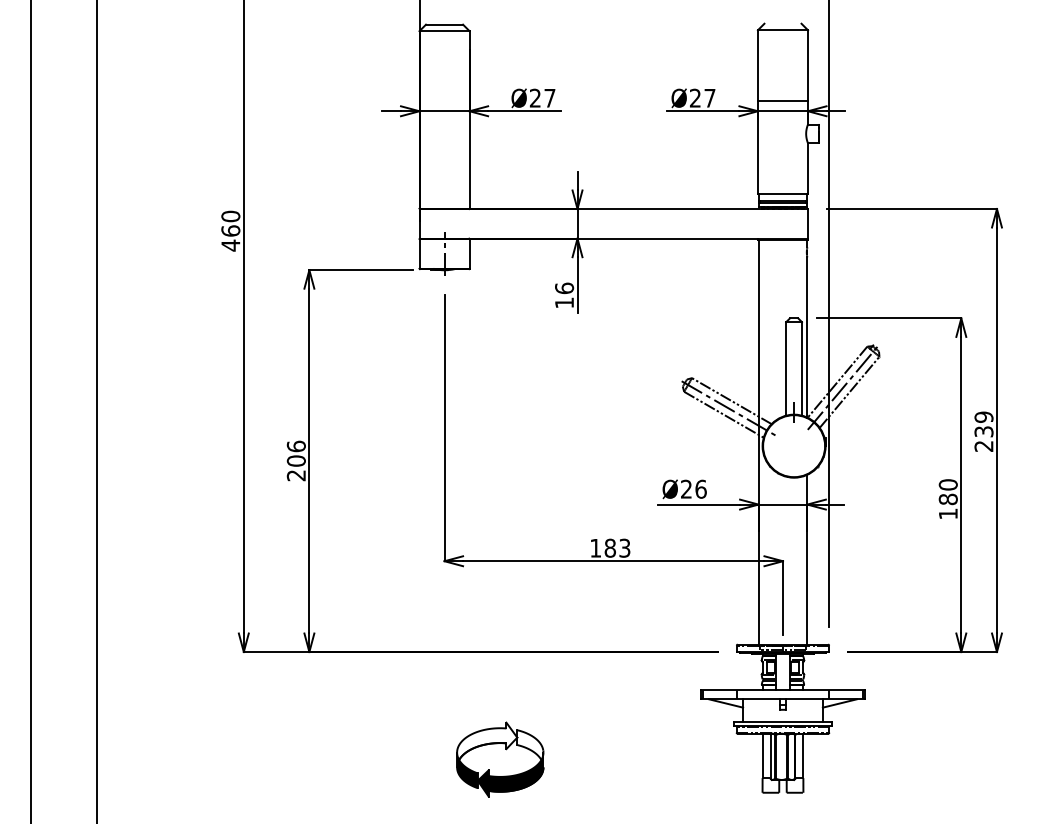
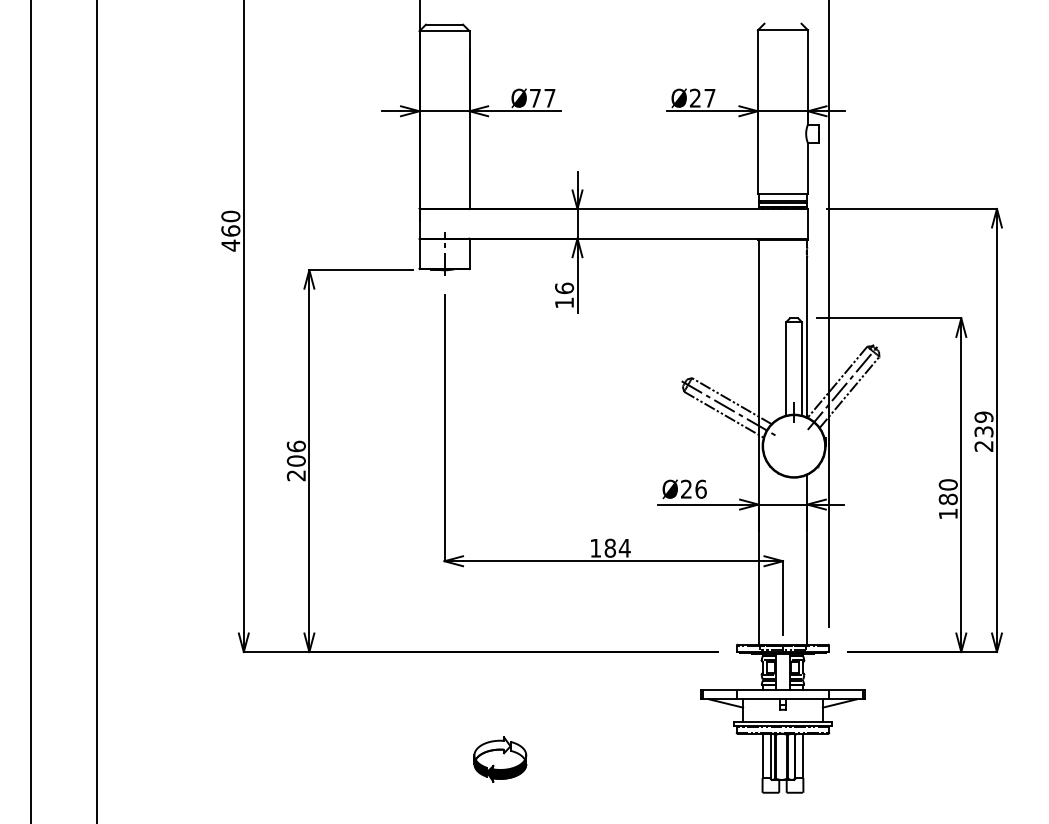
text at (534, 97): Ø27 -> Ø77
line at (782, 100): present -> none
text at (624, 547): 183 -> 184
part at (500, 759) size: 89x77 px -> 55x47 px
